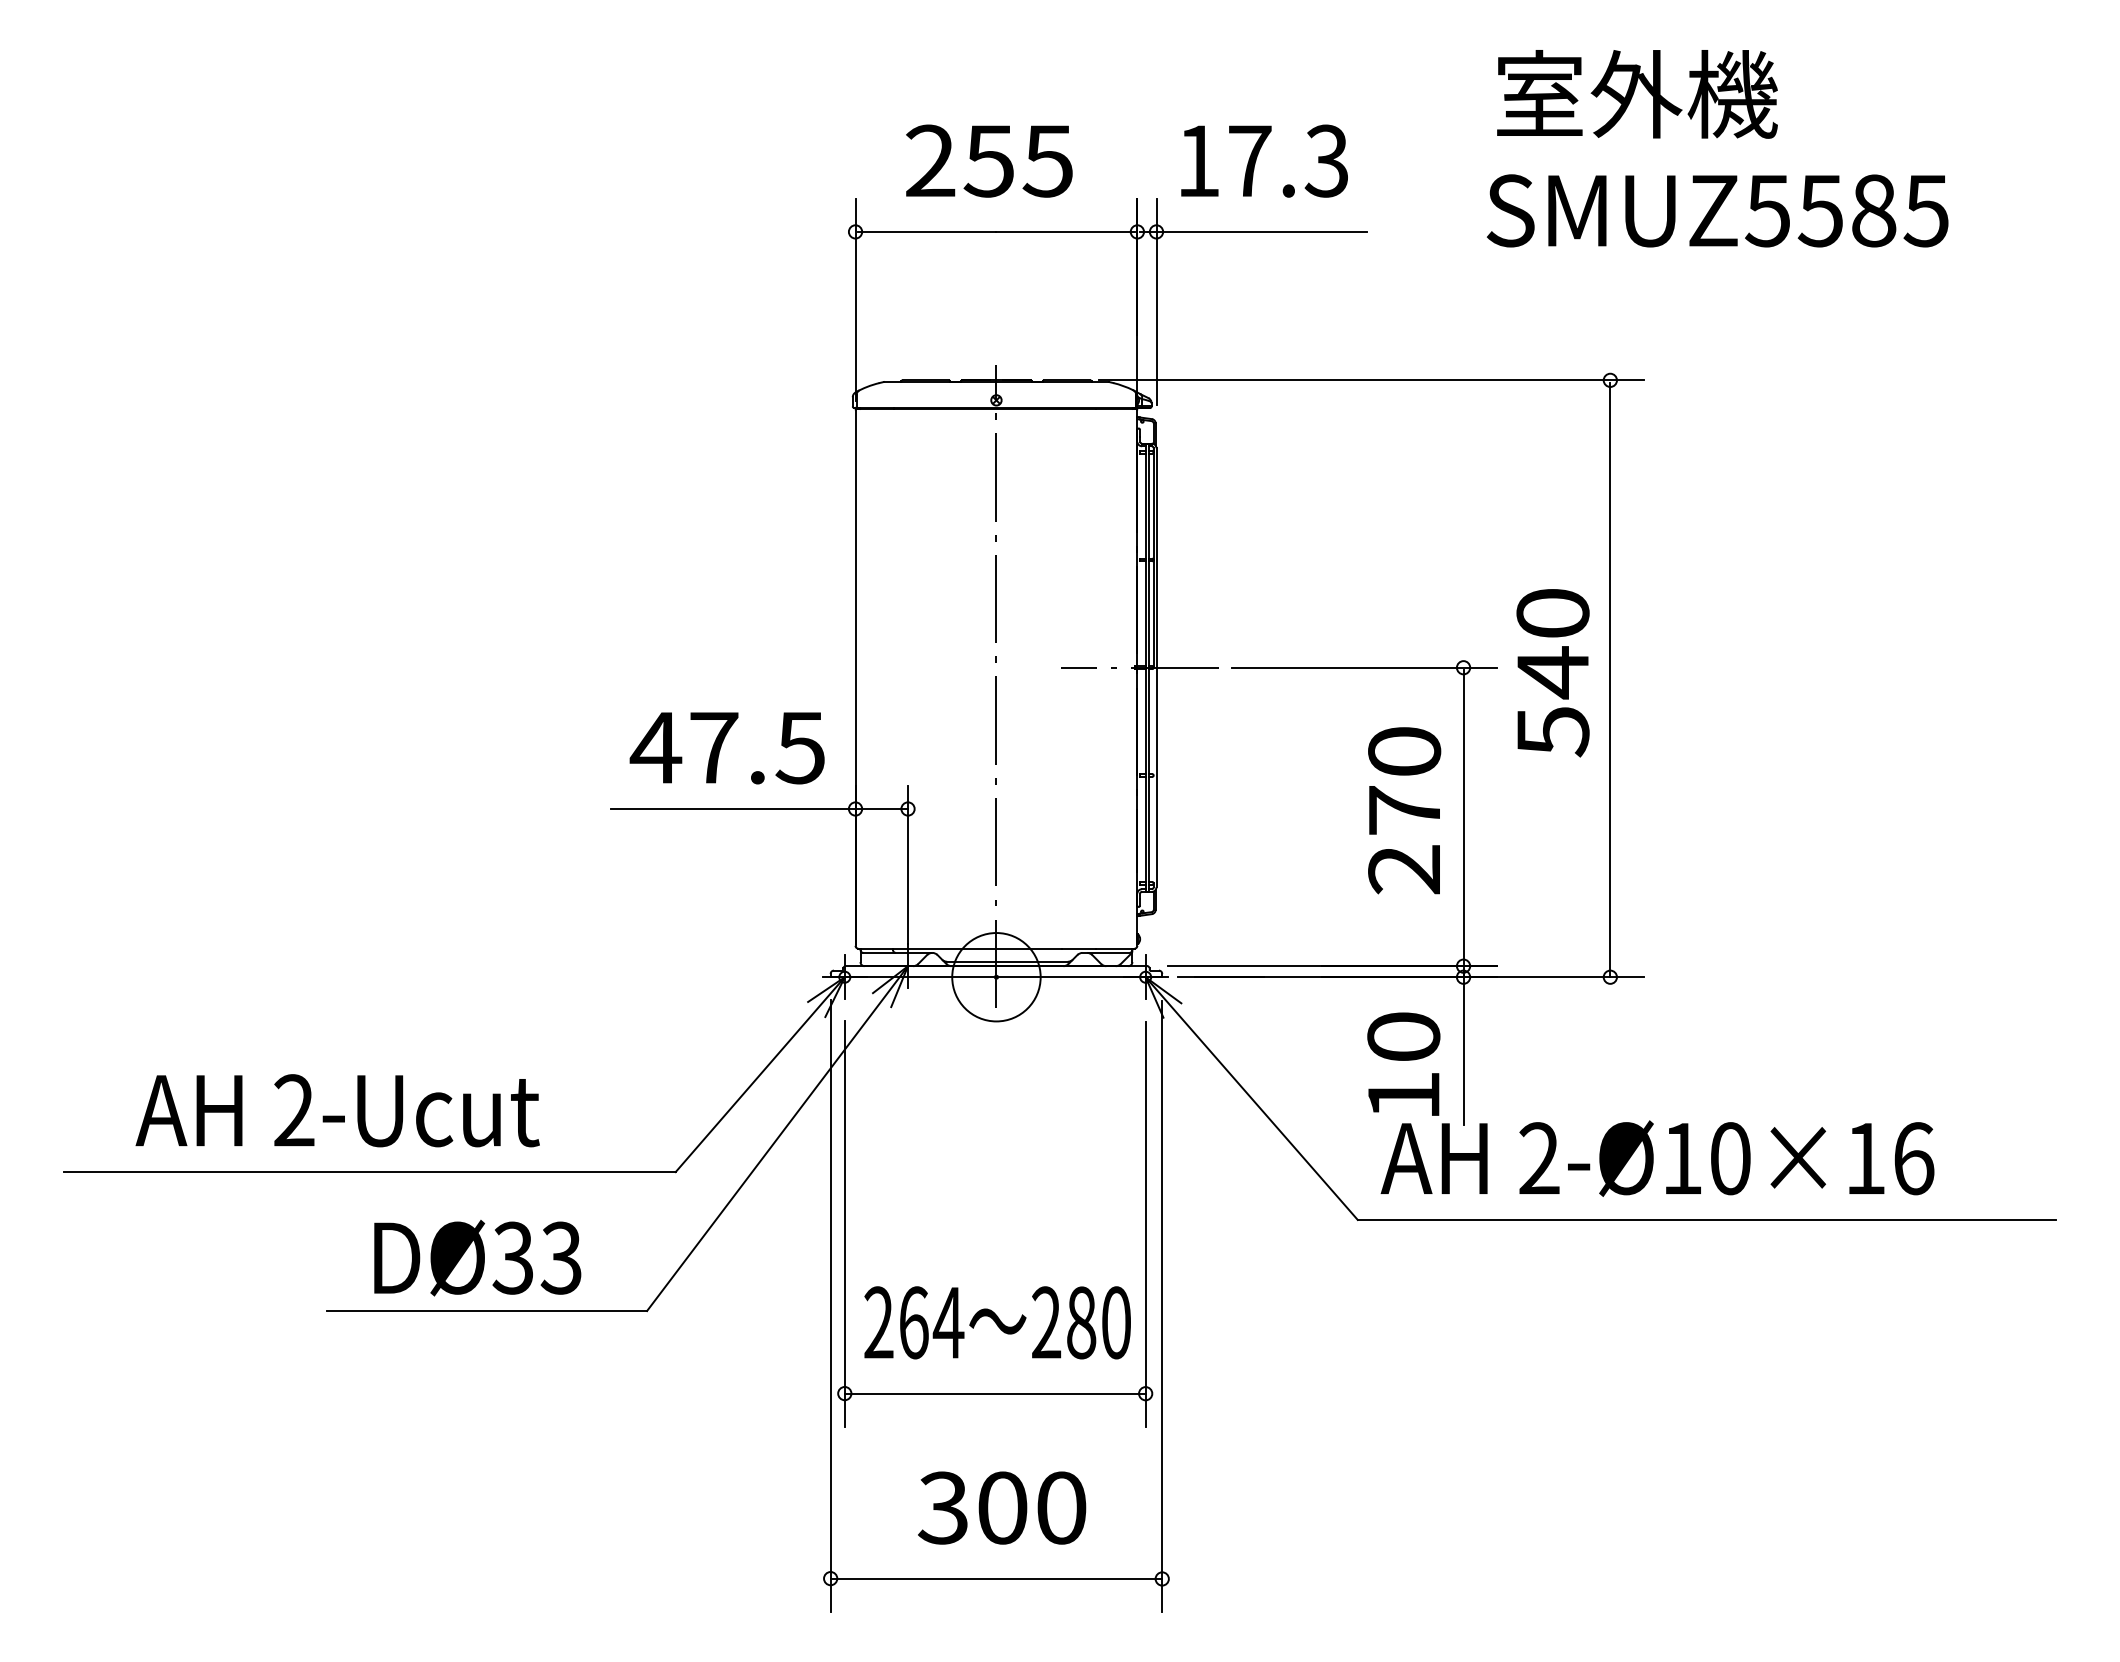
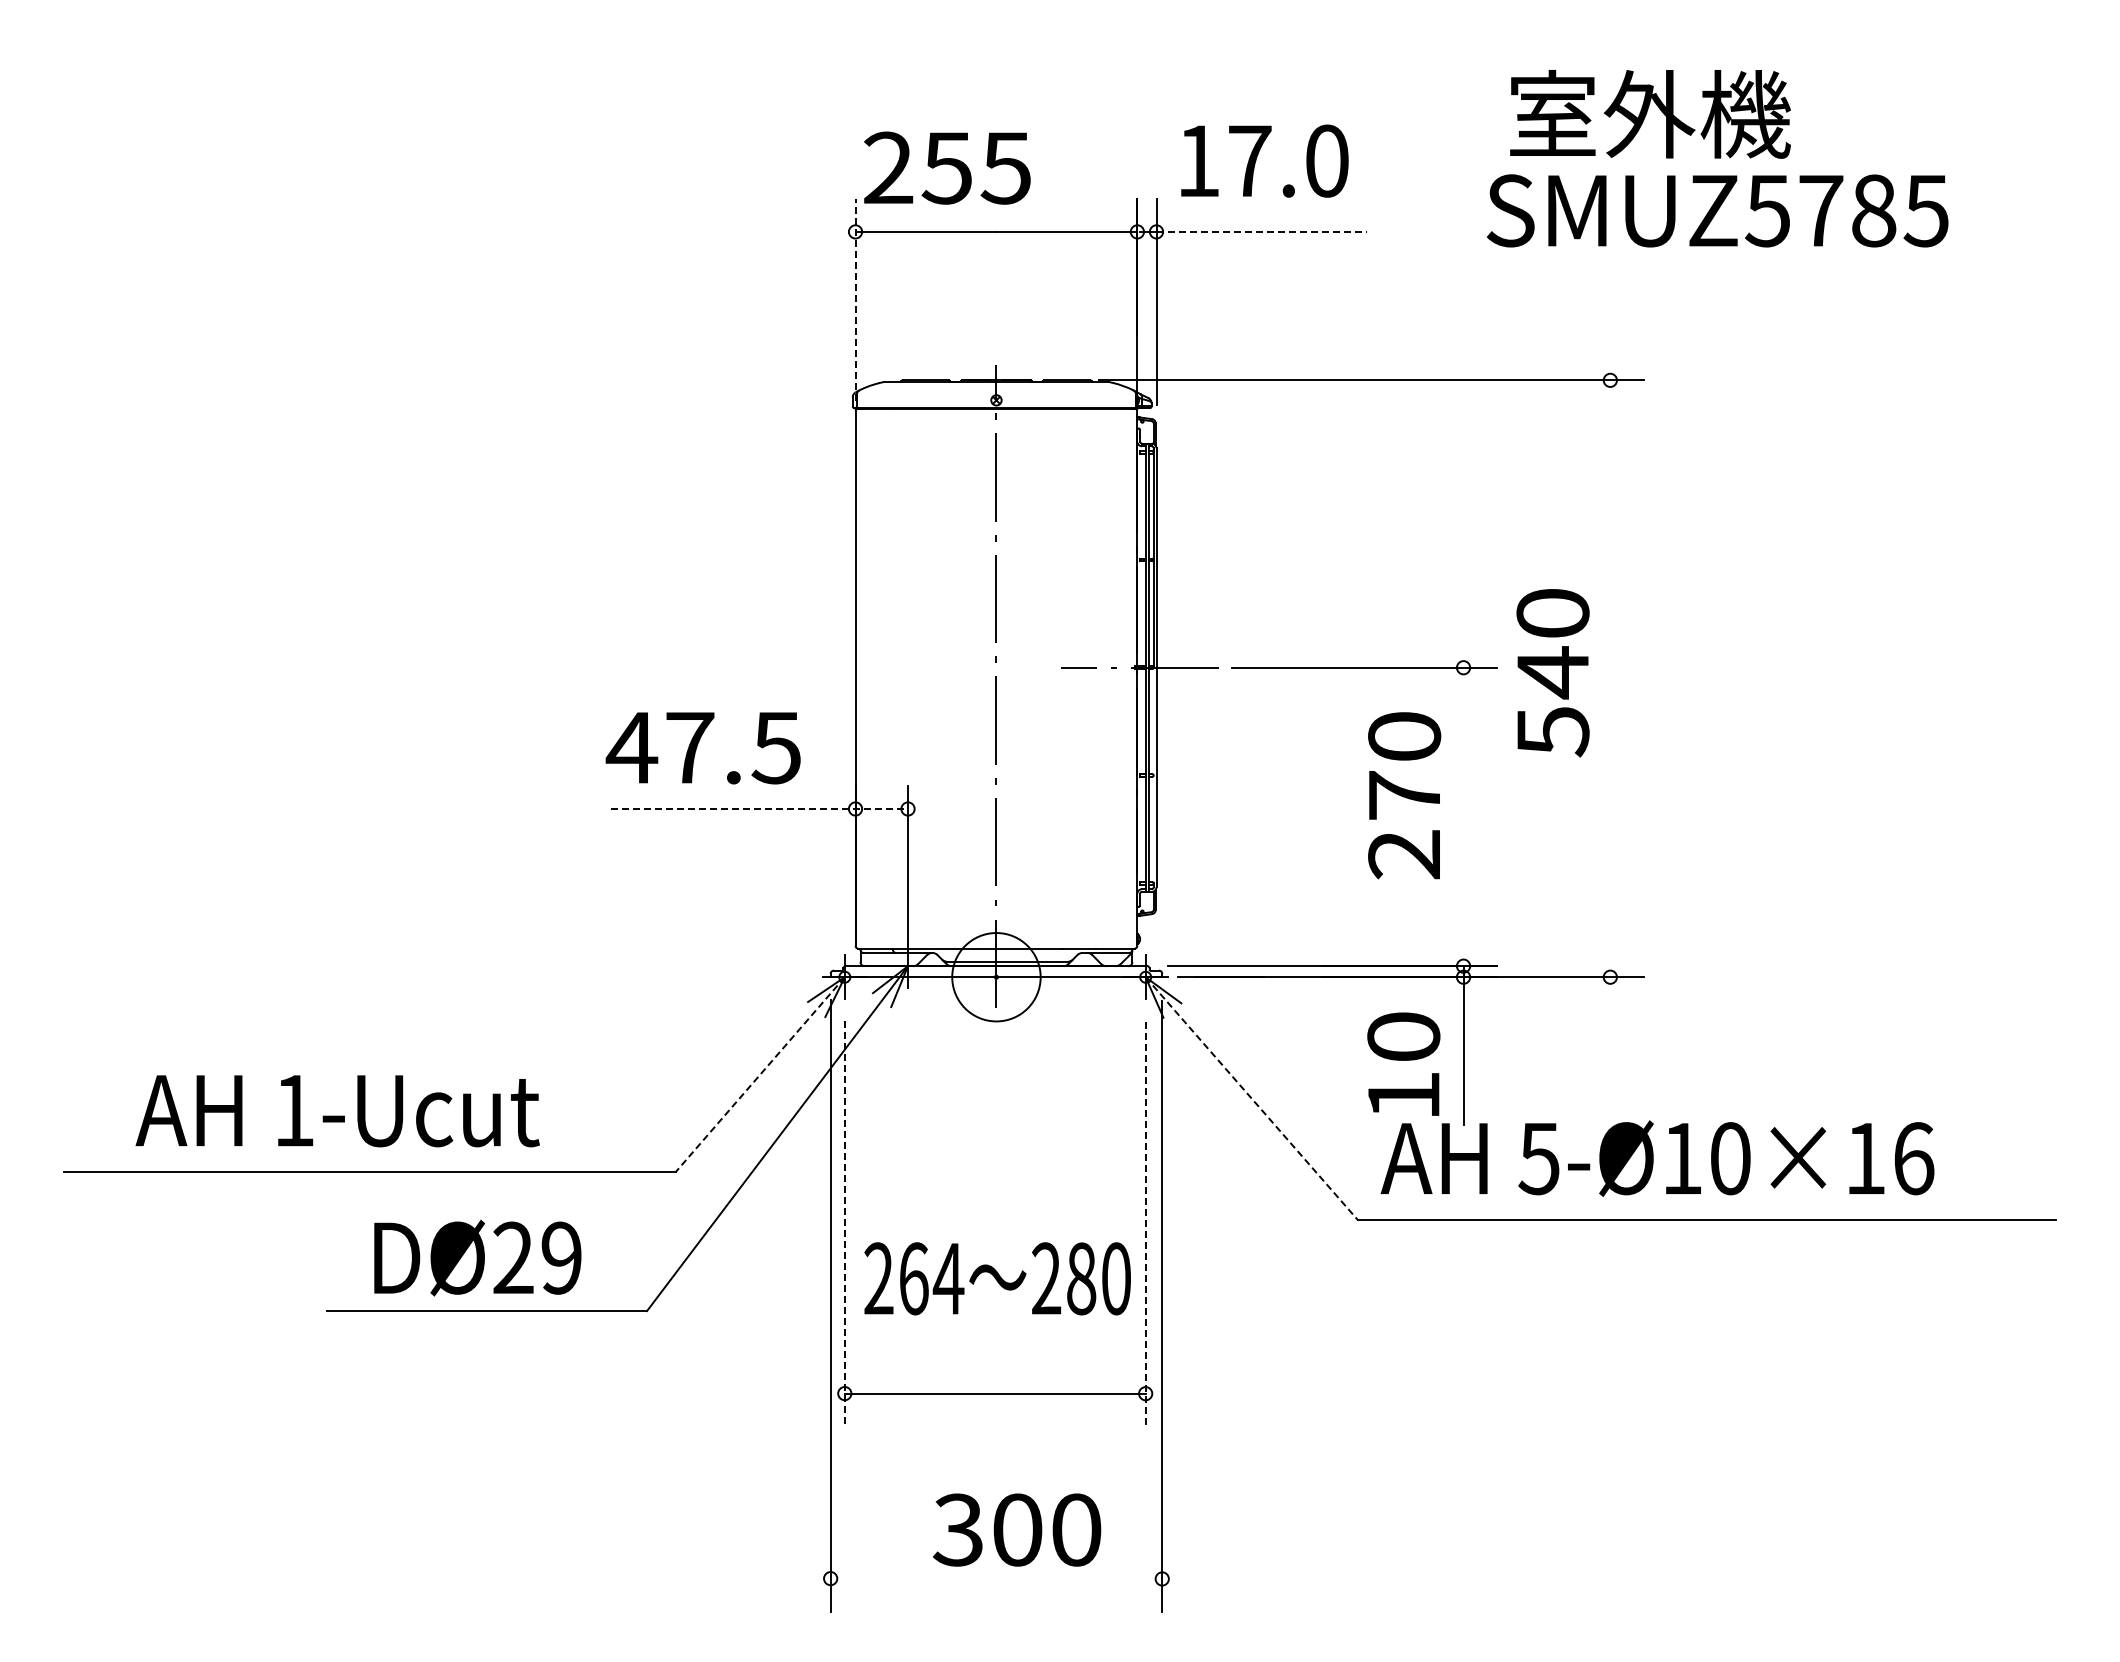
text at (1637, 94) position: (1637, 94) -> (1650, 114)
text at (989, 160) position: (989, 160) -> (947, 167)
text at (1326, 160): 17.3 -> 17.0
text at (1820, 211): SMUZ5585 -> SMUZ5785
line at (1262, 231): solid -> dashed
line at (855, 299): solid -> dashed
line at (1610, 679): present -> none
text at (726, 748) position: (726, 748) -> (702, 748)
line at (759, 809): solid -> dashed
text at (1404, 810) position: (1404, 810) -> (1404, 795)
line at (1463, 816): present -> none
line at (759, 1075): solid -> dashed
line at (1252, 1098): solid -> dashed
text at (294, 1110): 2-Ucut -> 1-Ucut
text at (1538, 1158): 2-Ø10×16 -> 5-Ø10×16
line at (844, 1224): solid -> dashed
line at (1145, 1224): solid -> dashed
text at (536, 1257): DØ33 -> DØ29
text at (997, 1322) position: (997, 1322) -> (997, 1278)
text at (1002, 1507) position: (1002, 1507) -> (1017, 1529)
line at (996, 1578): present -> none
